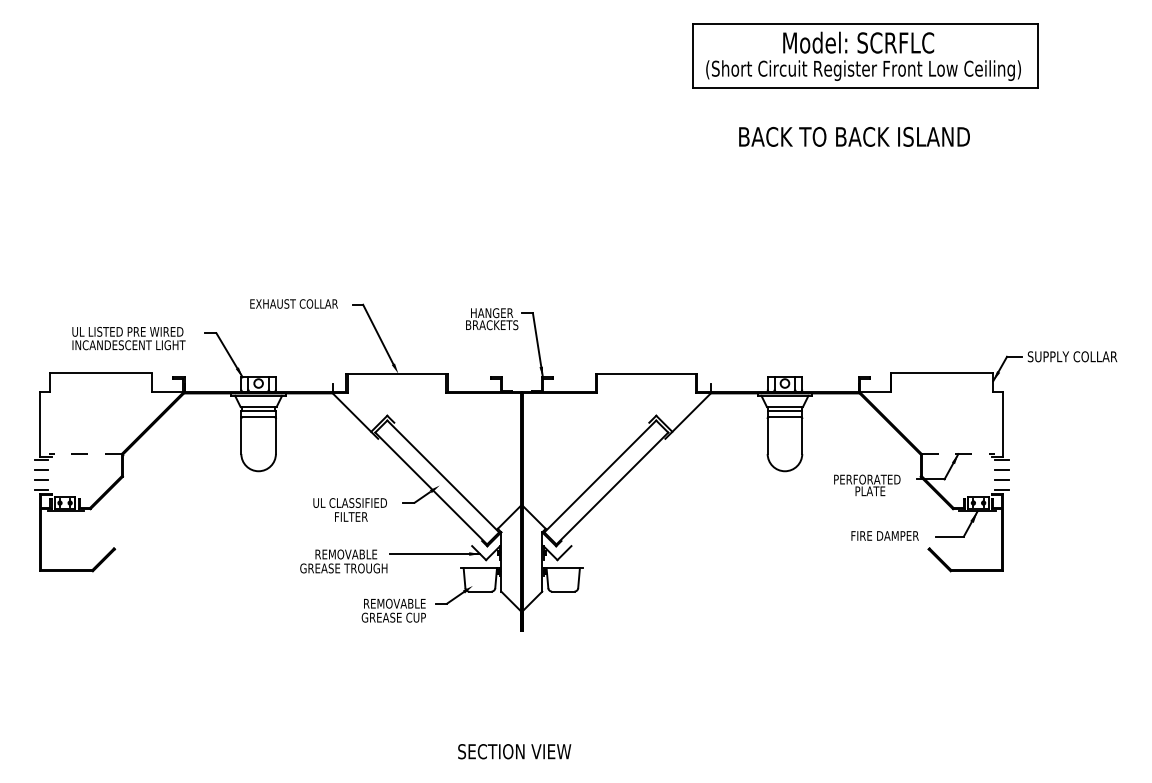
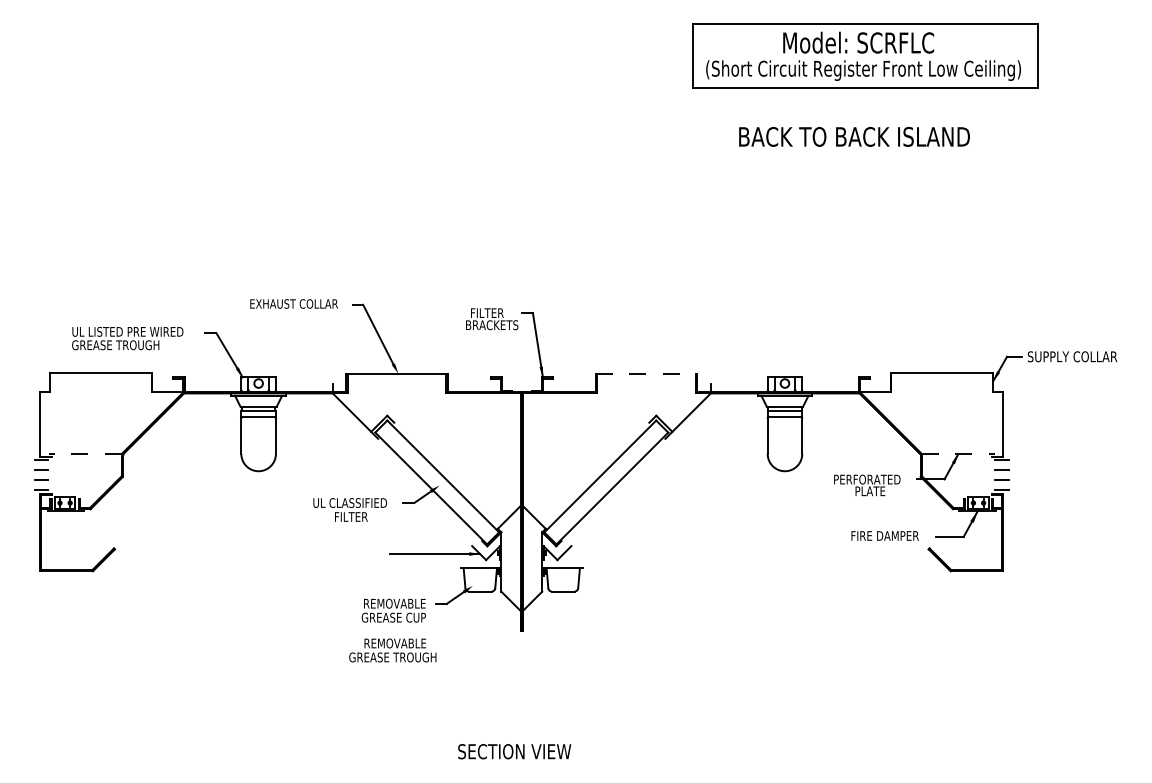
text at (492, 313): HANGER -> FILTER
text at (128, 345): INCANDESCENT LIGHT -> GREASE TROUGH
line at (646, 373): solid -> dashed
text at (343, 561) position: (343, 561) -> (392, 650)
